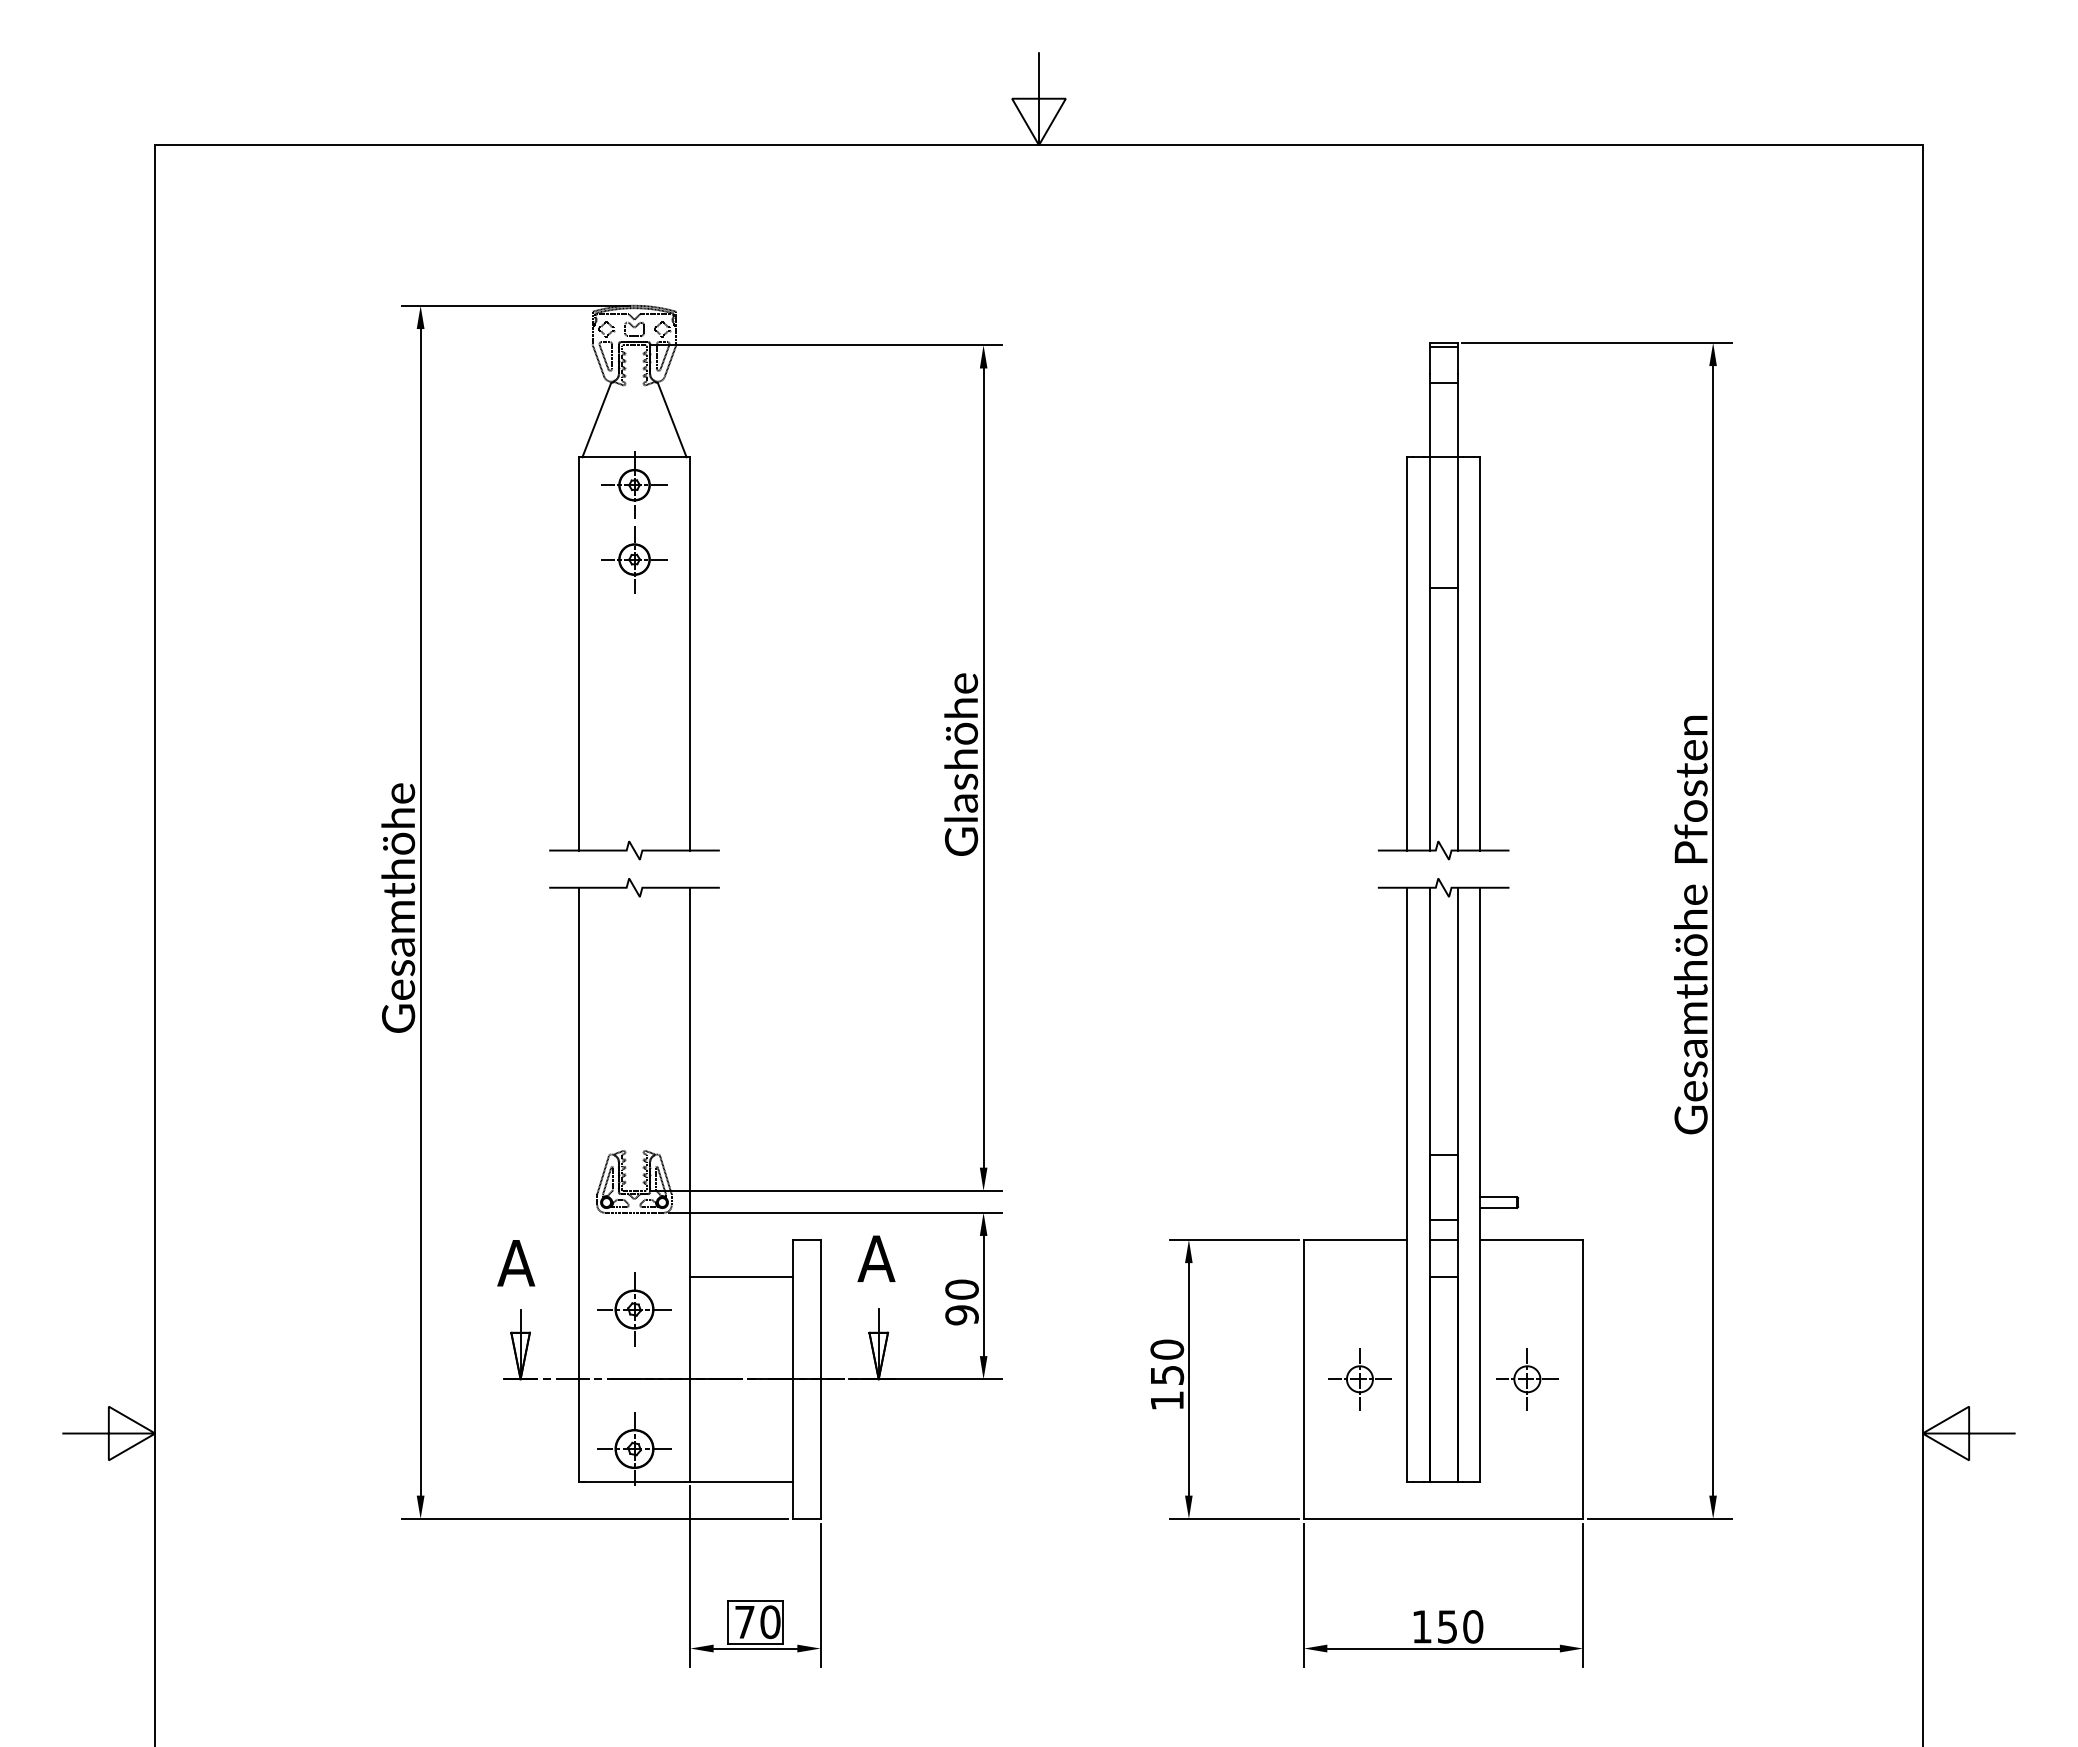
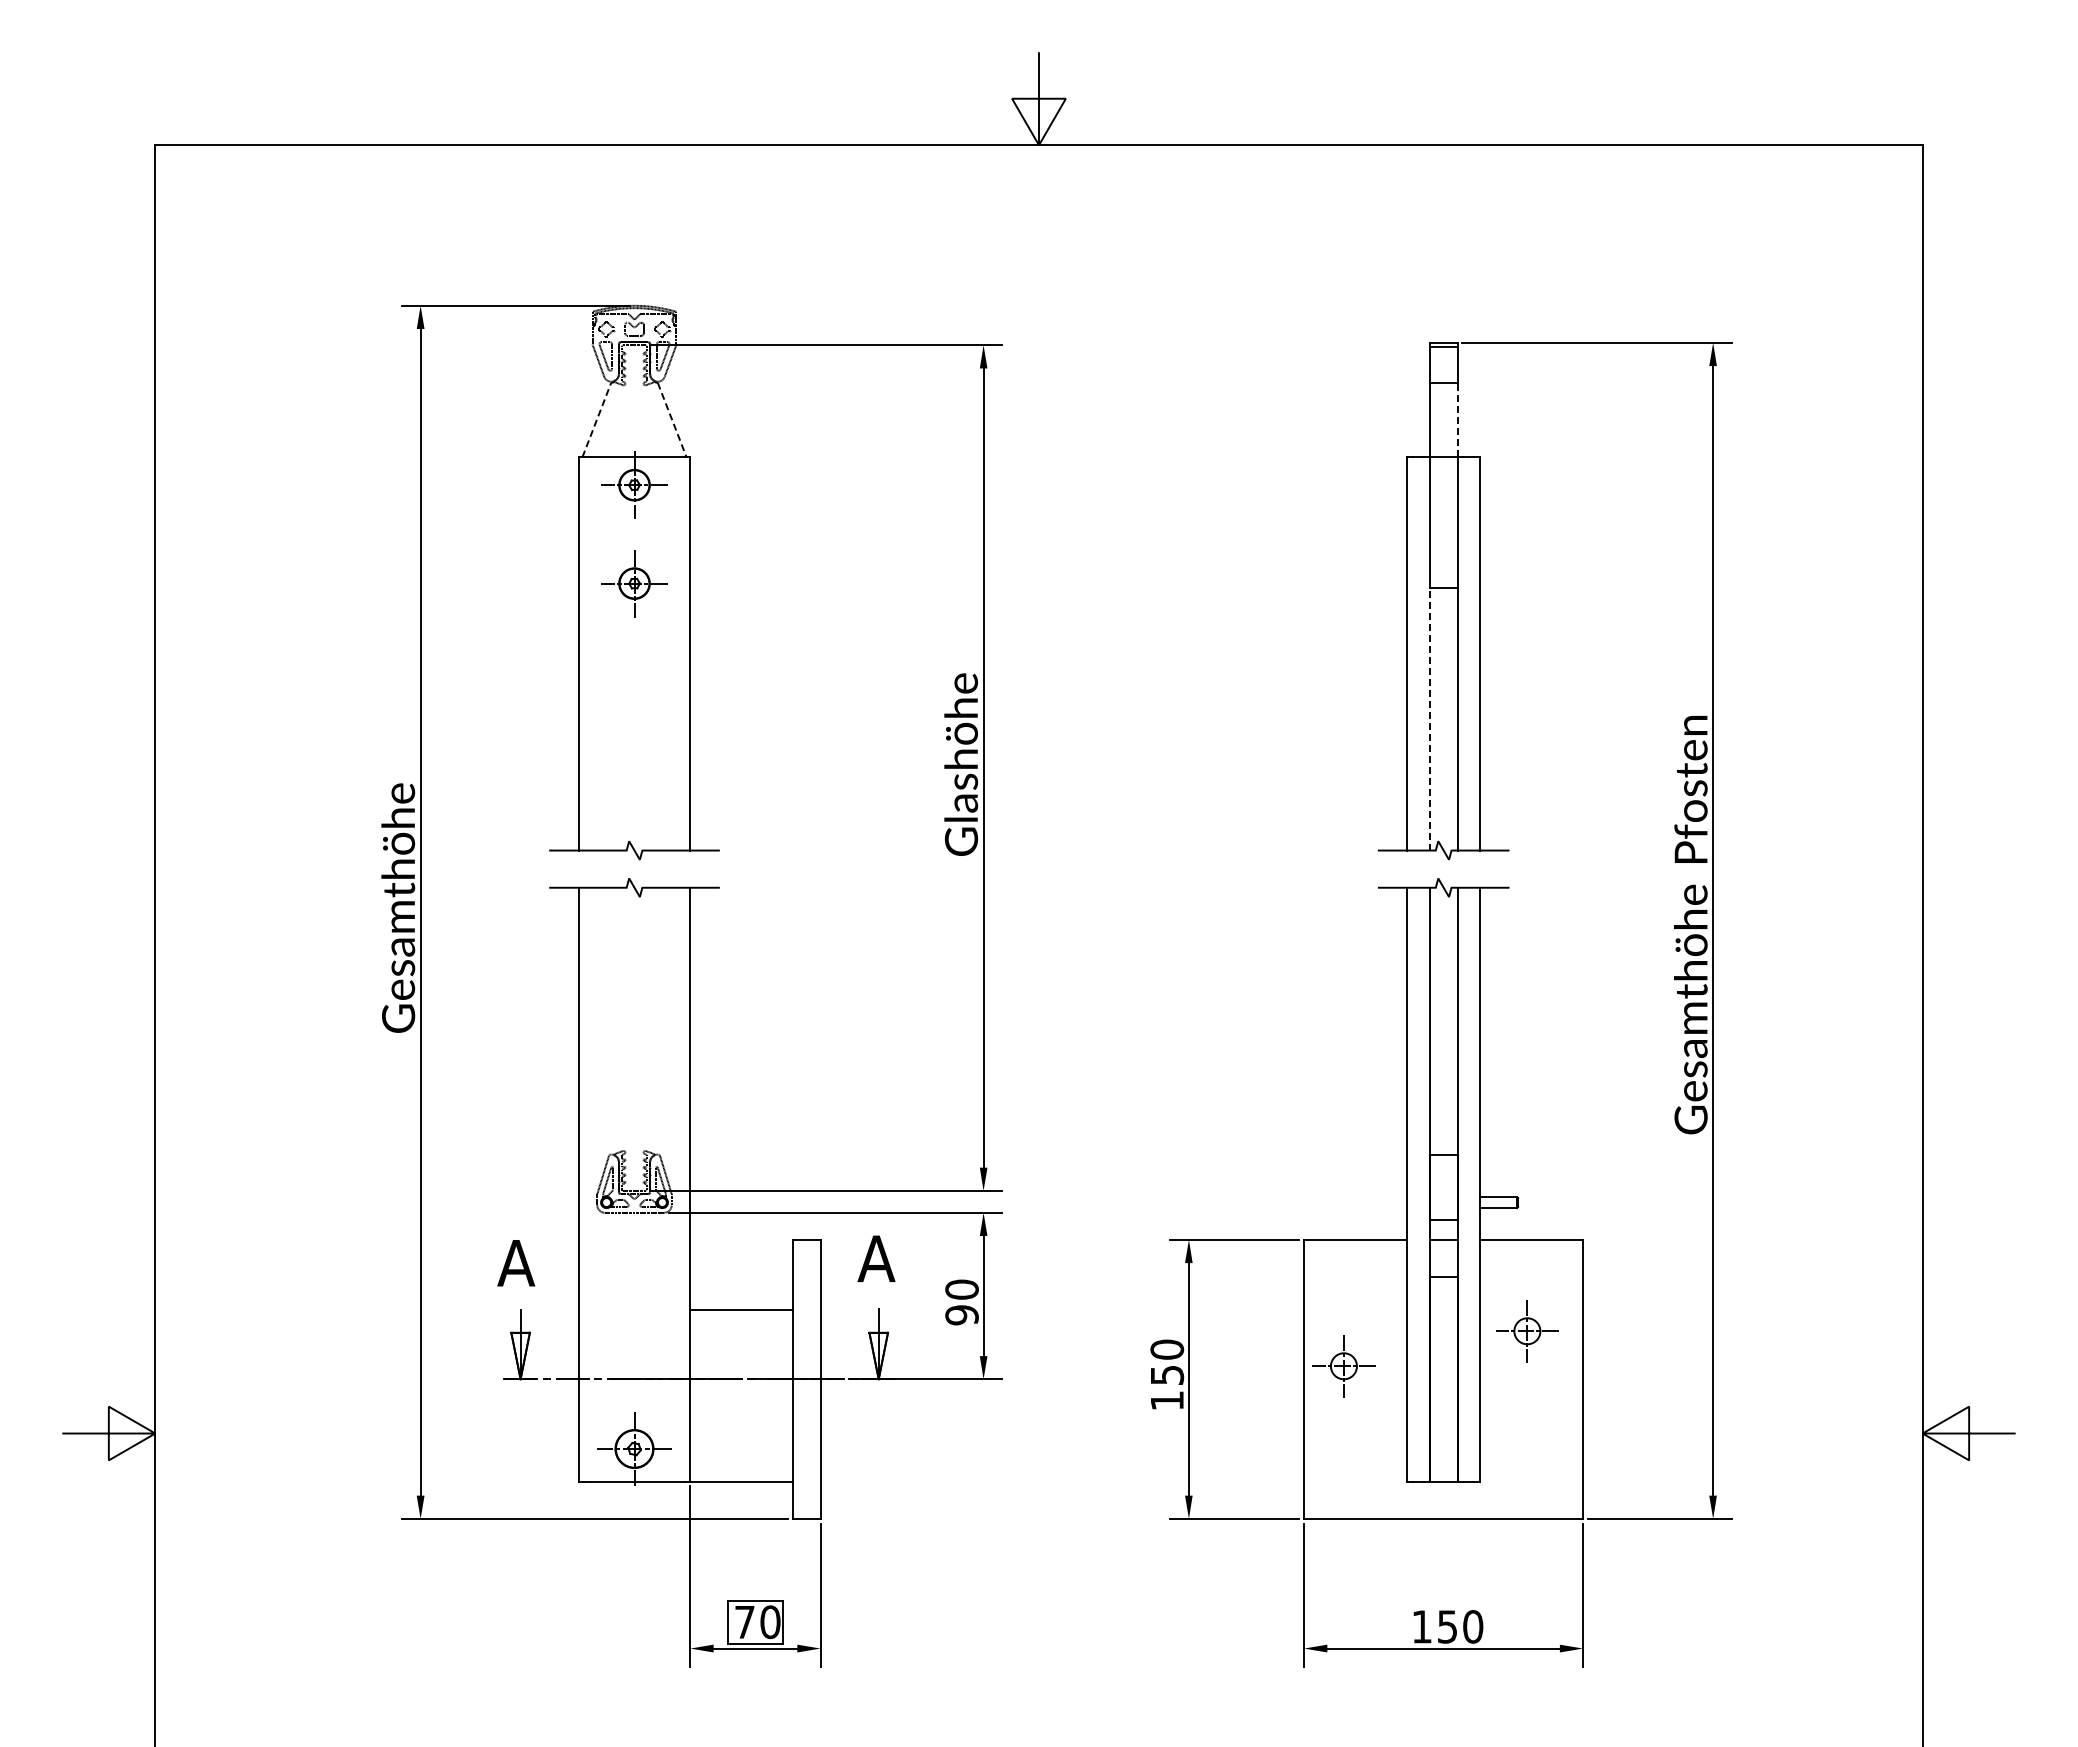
line at (1457, 419): solid -> dashed
line at (596, 420): solid -> dashed
line at (672, 420): solid -> dashed
part at (634, 559) position: (634, 559) -> (634, 583)
line at (1429, 719): solid -> dashed
line at (741, 1276) position: (741, 1276) -> (741, 1309)
part at (634, 1309): present -> none
part at (1359, 1379) position: (1359, 1379) -> (1343, 1366)
part at (1527, 1379) position: (1527, 1379) -> (1527, 1331)
